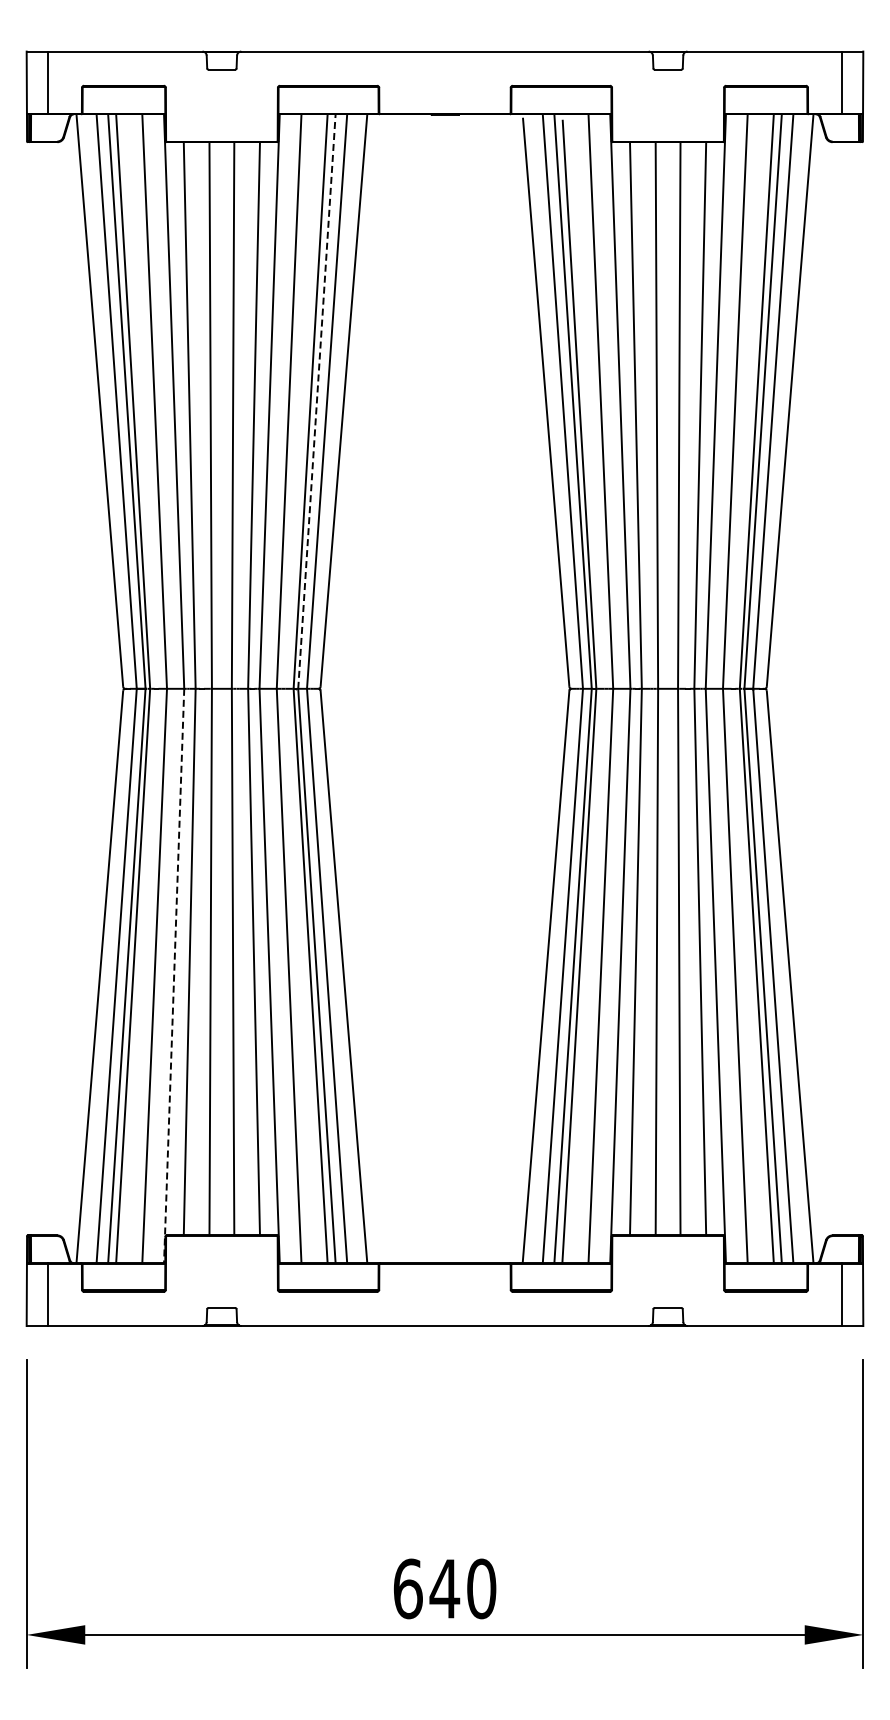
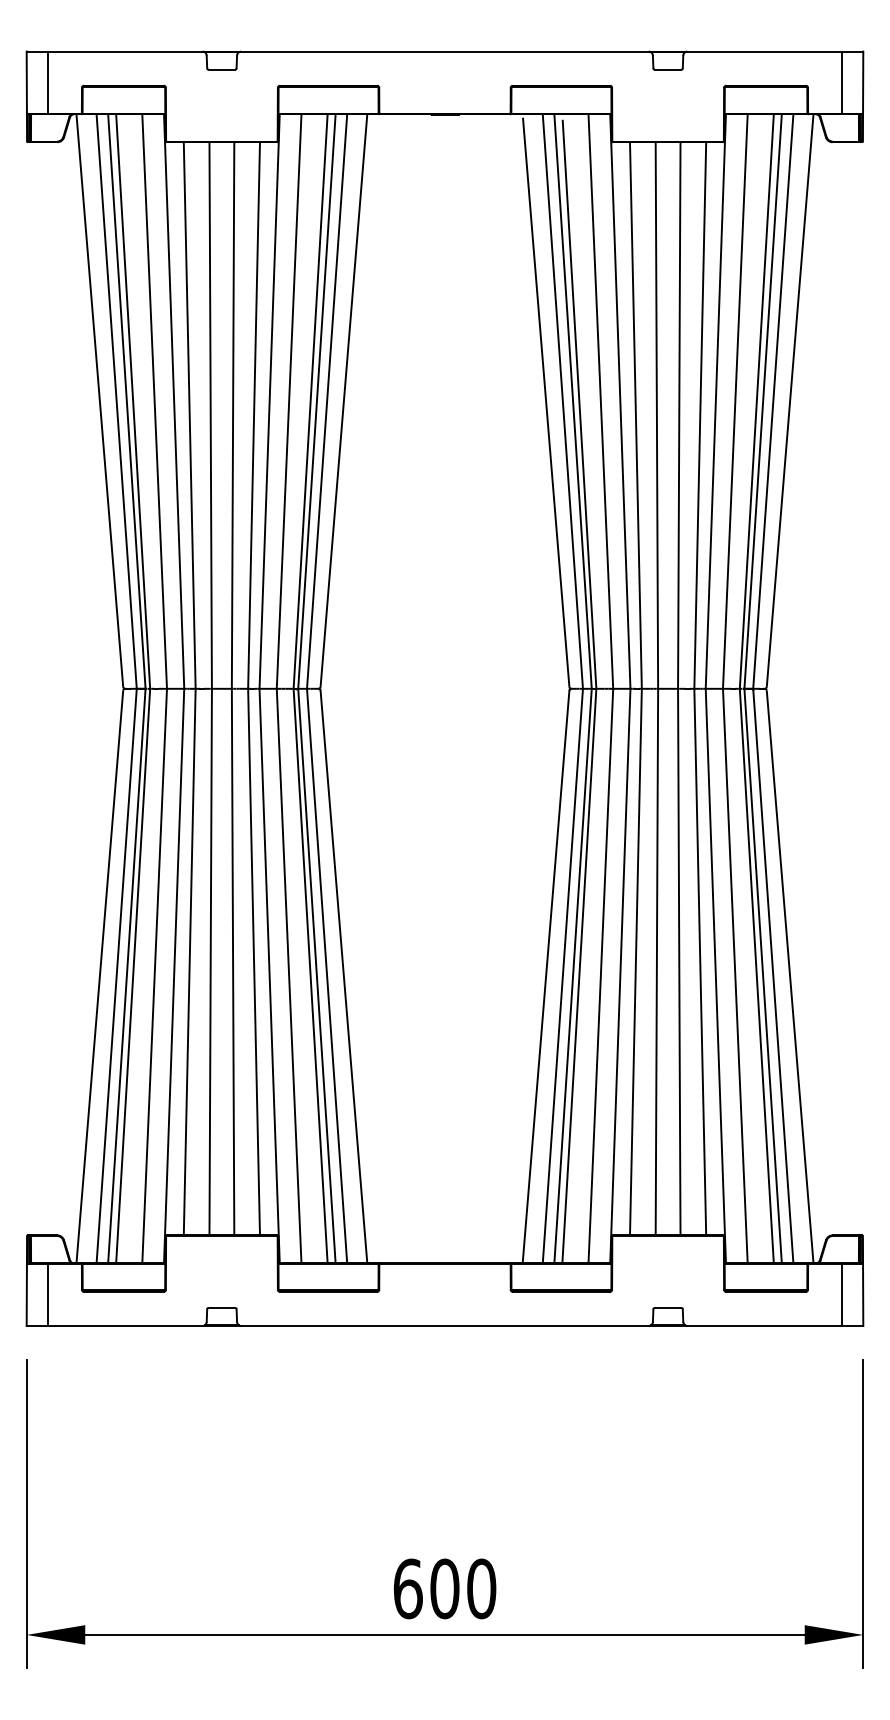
line at (316, 401): dashed -> solid
line at (174, 976): dashed -> solid
text at (444, 1588): 640 -> 600
